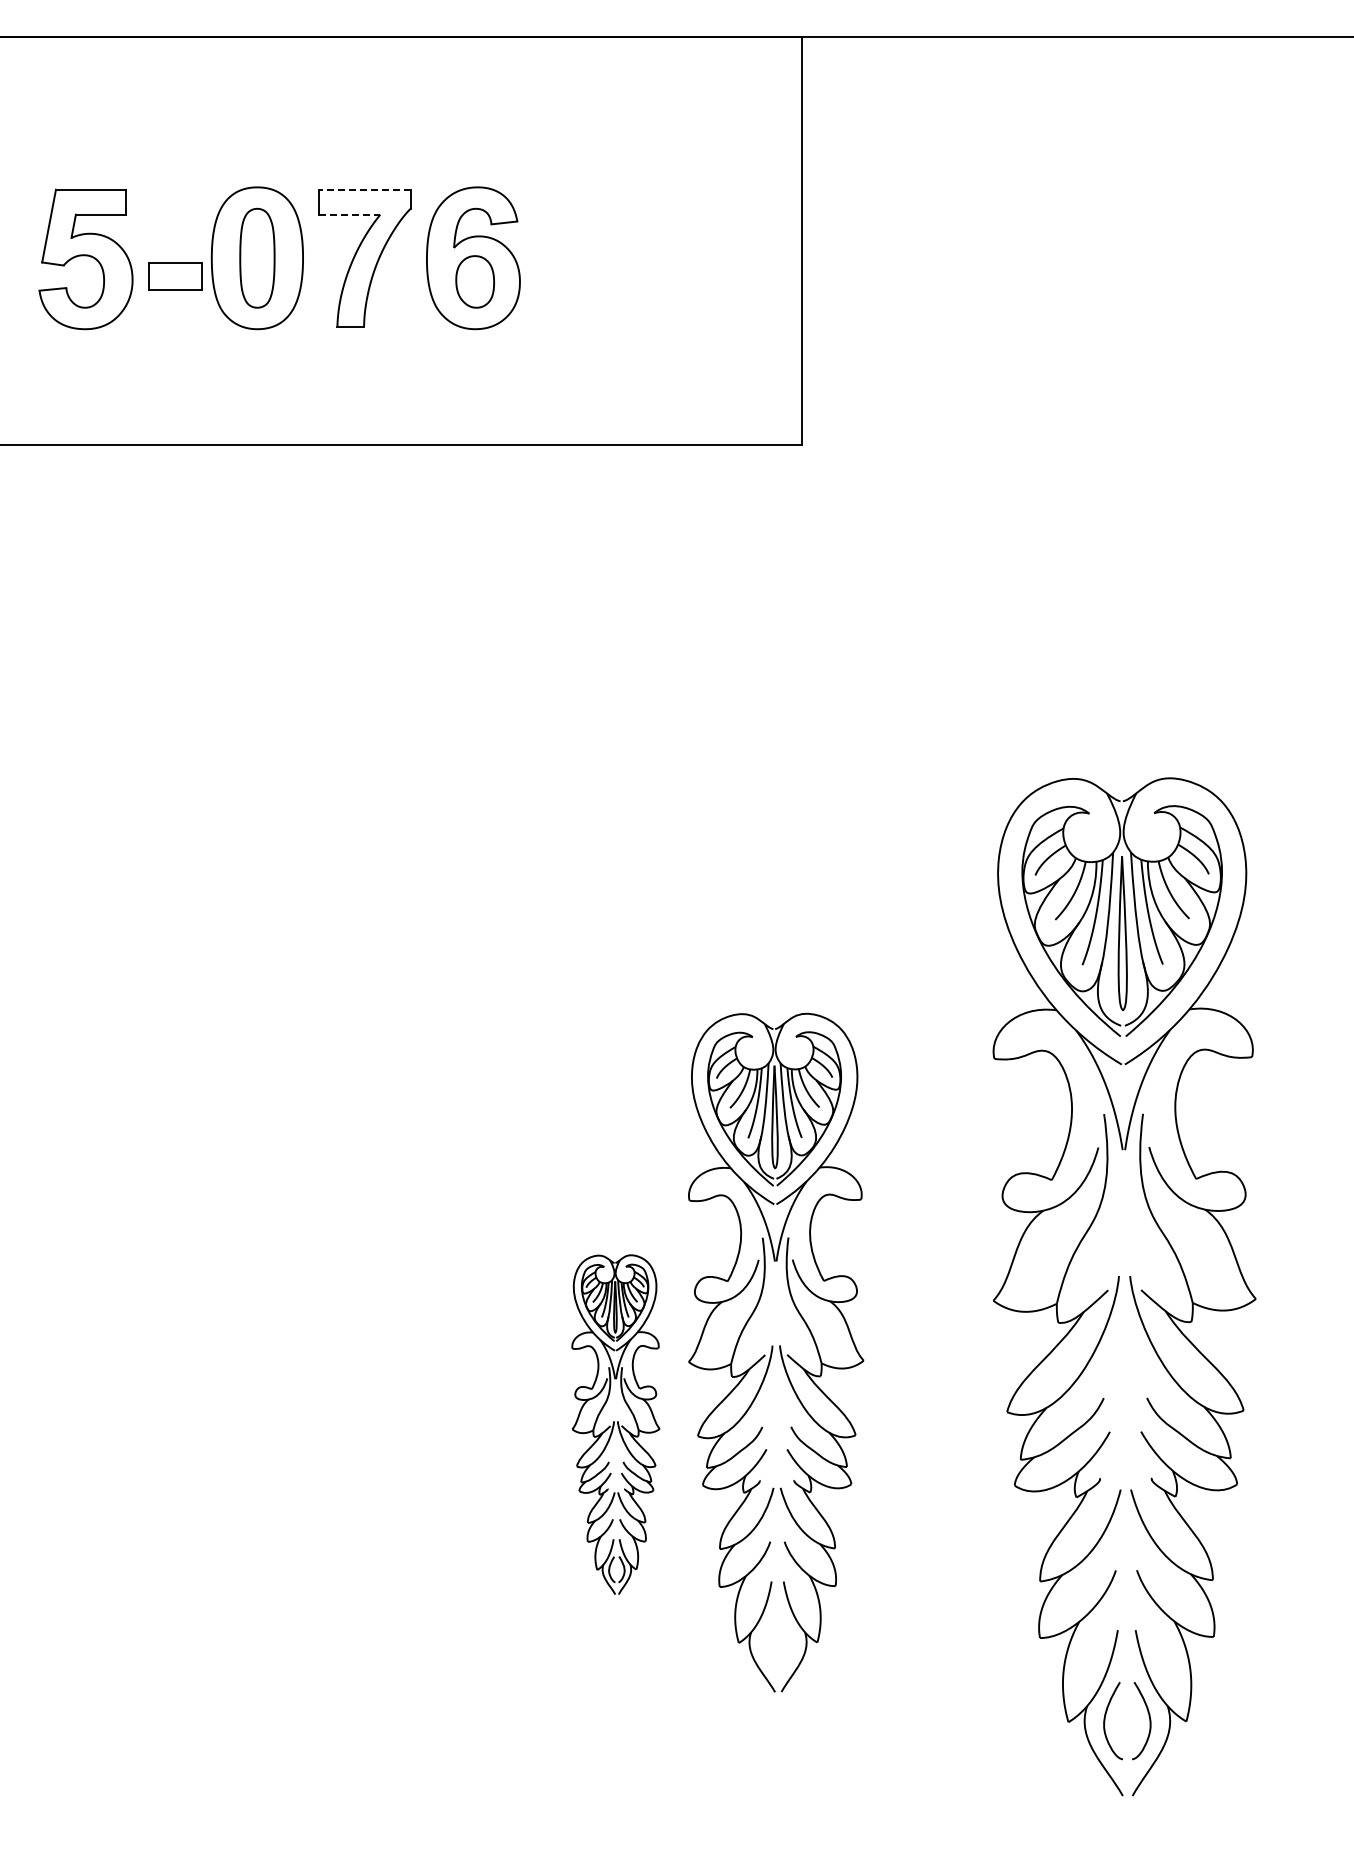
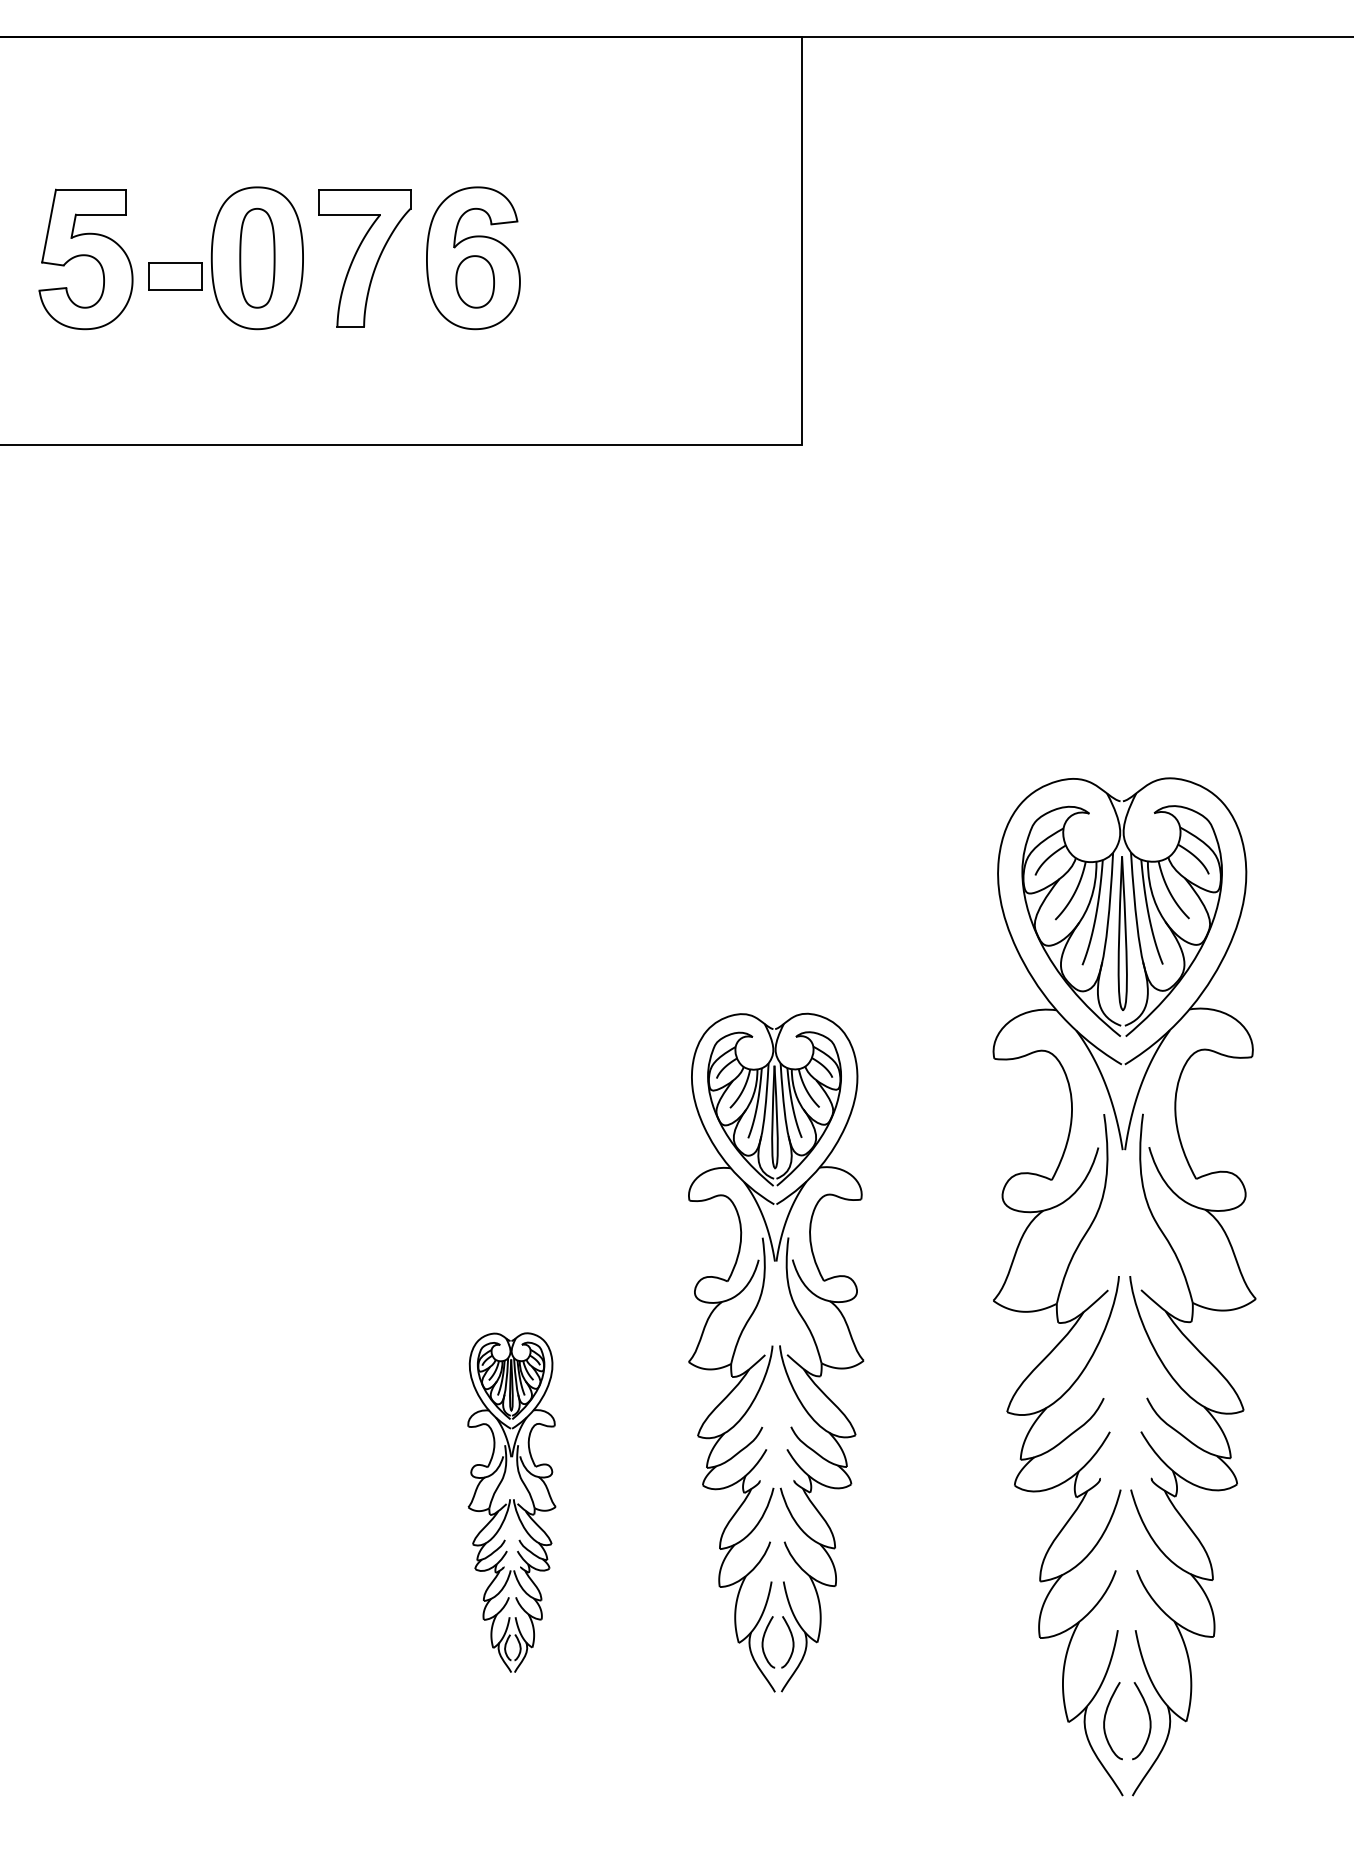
line at (364, 189): dashed -> solid
line at (349, 214): dashed -> solid
part at (615, 1424) position: (615, 1424) -> (511, 1502)
part at (764, 1638): none -> present
